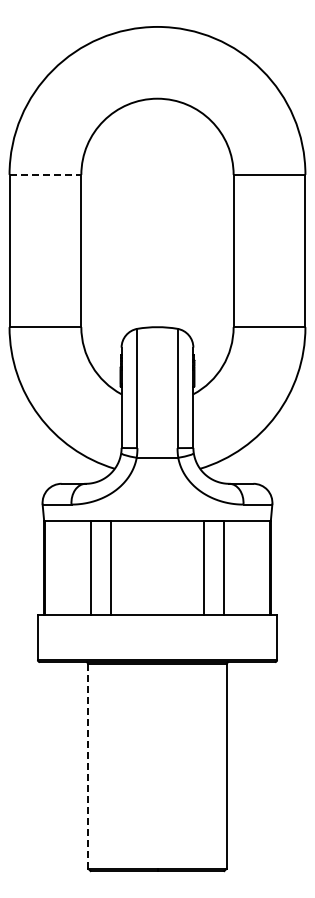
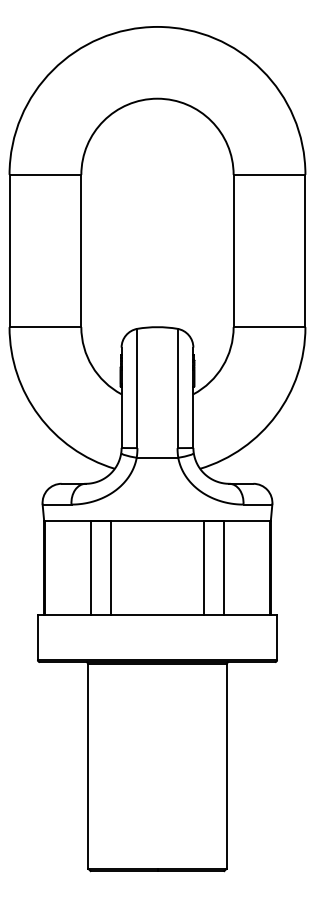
line at (45, 174): dashed -> solid
line at (88, 767): dashed -> solid
